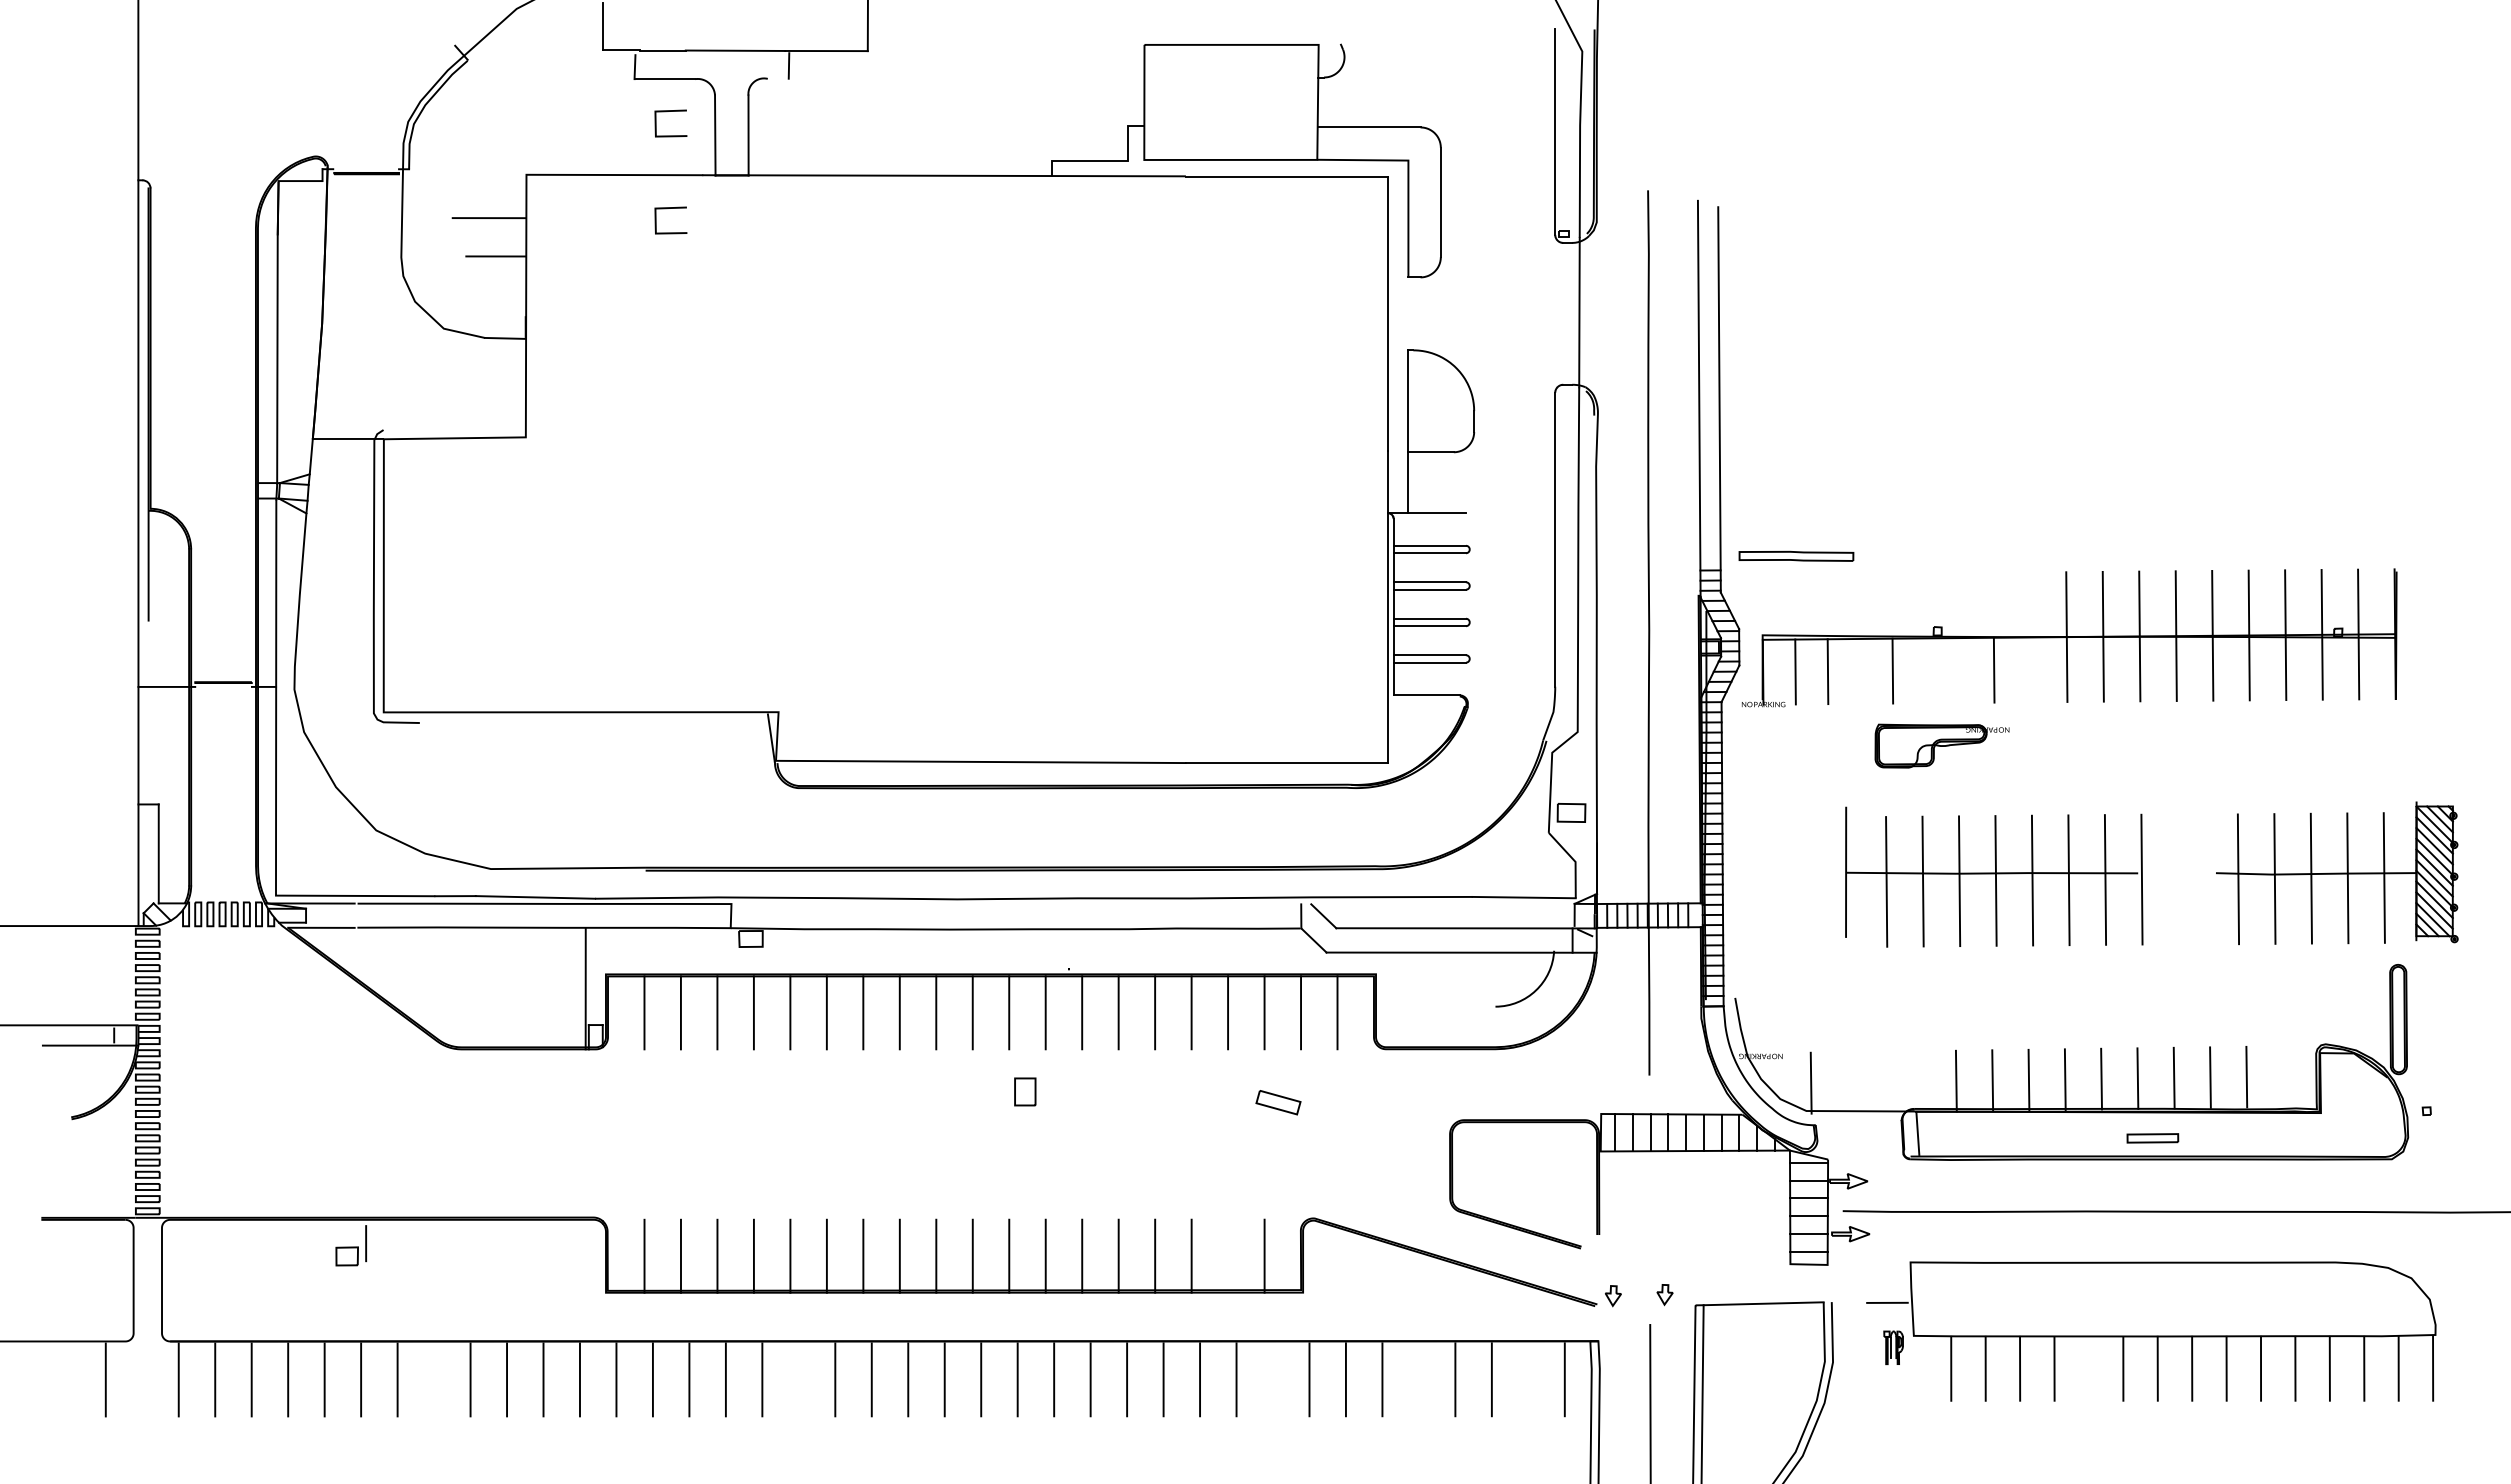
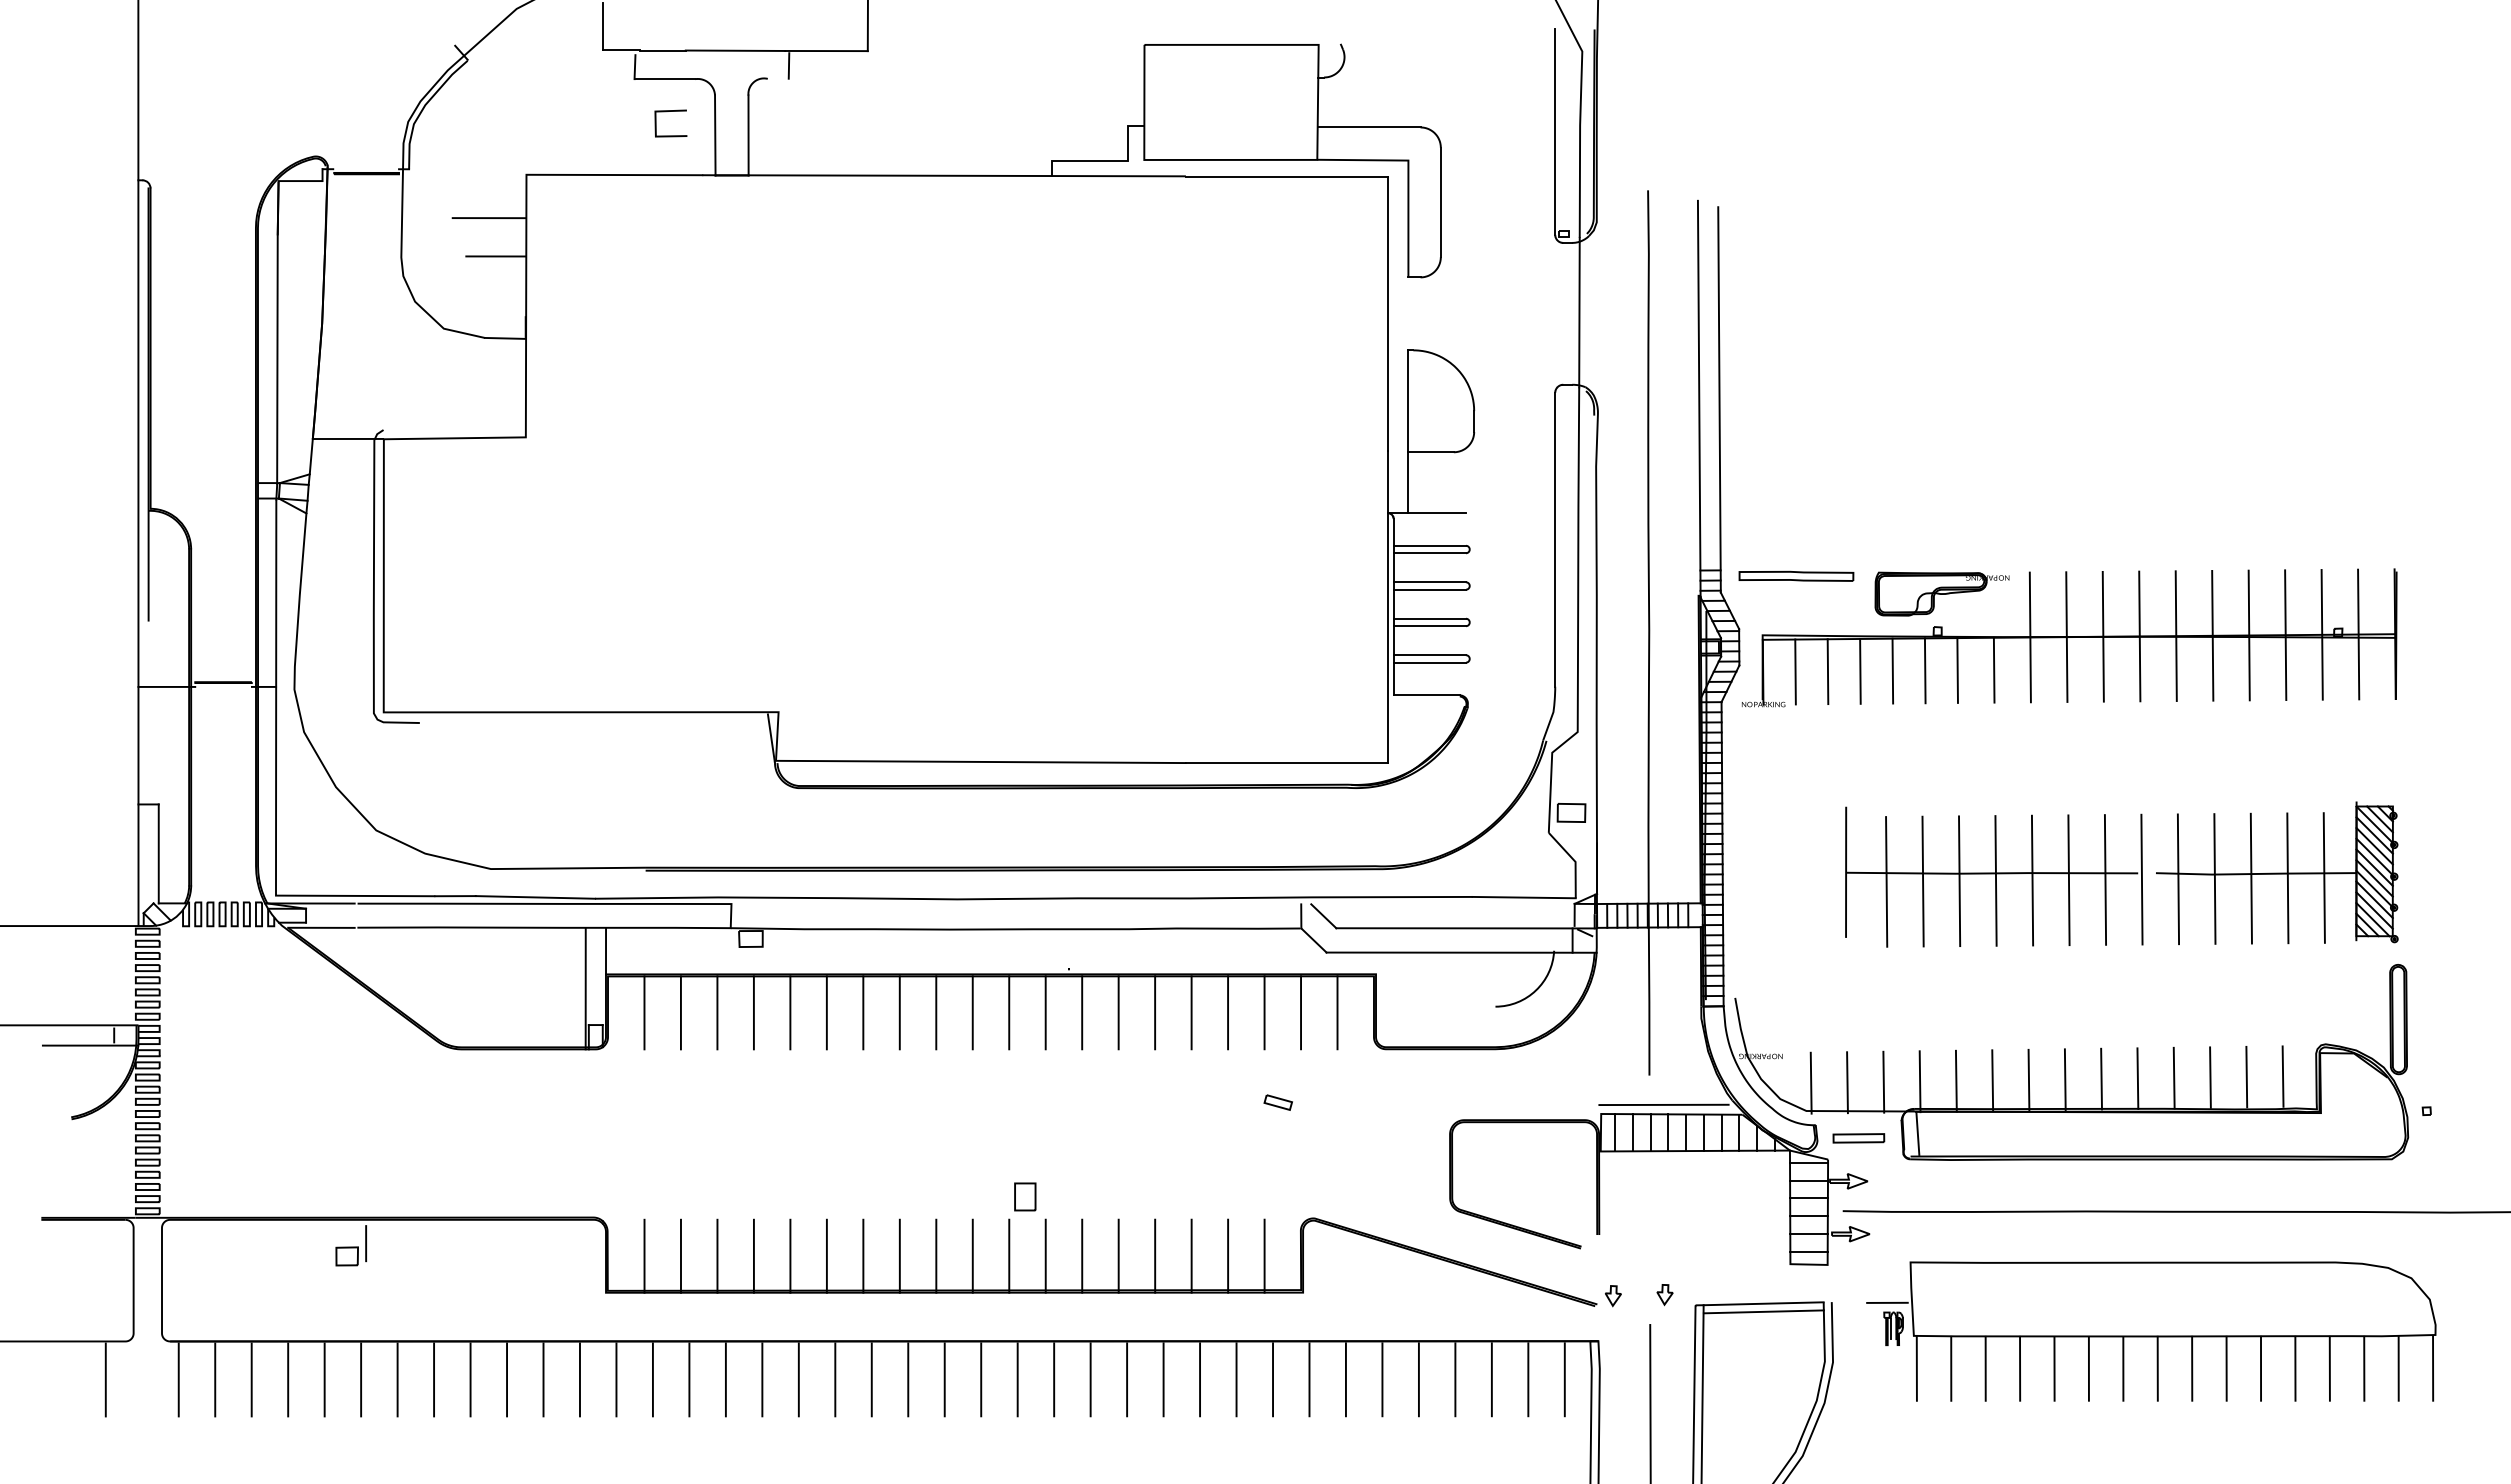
line at (666, 209): present -> none
part at (1796, 555) position: (1796, 555) -> (1796, 575)
line at (2029, 637): none -> present
line at (1924, 670): none -> present
line at (1957, 670): none -> present
line at (1860, 671): none -> present
part at (1941, 745) position: (1941, 745) -> (1941, 593)
part at (2337, 872) position: (2337, 872) -> (2277, 872)
line at (605, 951): none -> present
line at (2282, 1076): none -> present
line at (1883, 1081): none -> present
line at (1919, 1081): none -> present
line at (1847, 1082): none -> present
part at (1025, 1091) position: (1025, 1091) -> (1025, 1196)
part at (1278, 1102) size: 47x26 px -> 30x17 px
line at (1663, 1104): none -> present
part at (2152, 1138) position: (2152, 1138) -> (1858, 1138)
line at (1228, 1255): none -> present
line at (1763, 1311): none -> present
part at (1893, 1347) position: (1893, 1347) -> (1893, 1328)
line at (1916, 1368): none -> present
line at (2088, 1368): none -> present
line at (434, 1379): none -> present
line at (798, 1379): none -> present
line at (1273, 1379): none -> present
line at (1418, 1379): none -> present
line at (1528, 1379): none -> present
